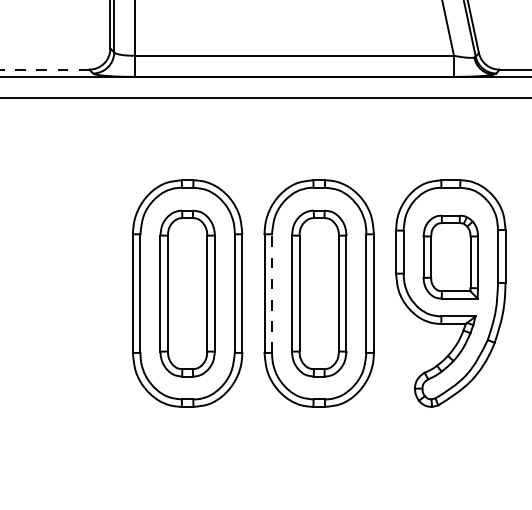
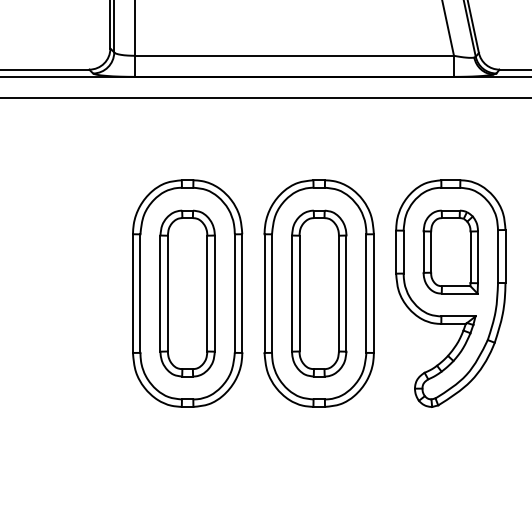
line at (44, 69): dashed -> solid
part at (450, 256) position: (450, 256) -> (450, 251)
line at (272, 293): dashed -> solid
